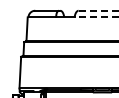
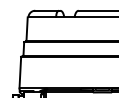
line at (98, 10): dashed -> solid
line at (96, 17): dashed -> solid
